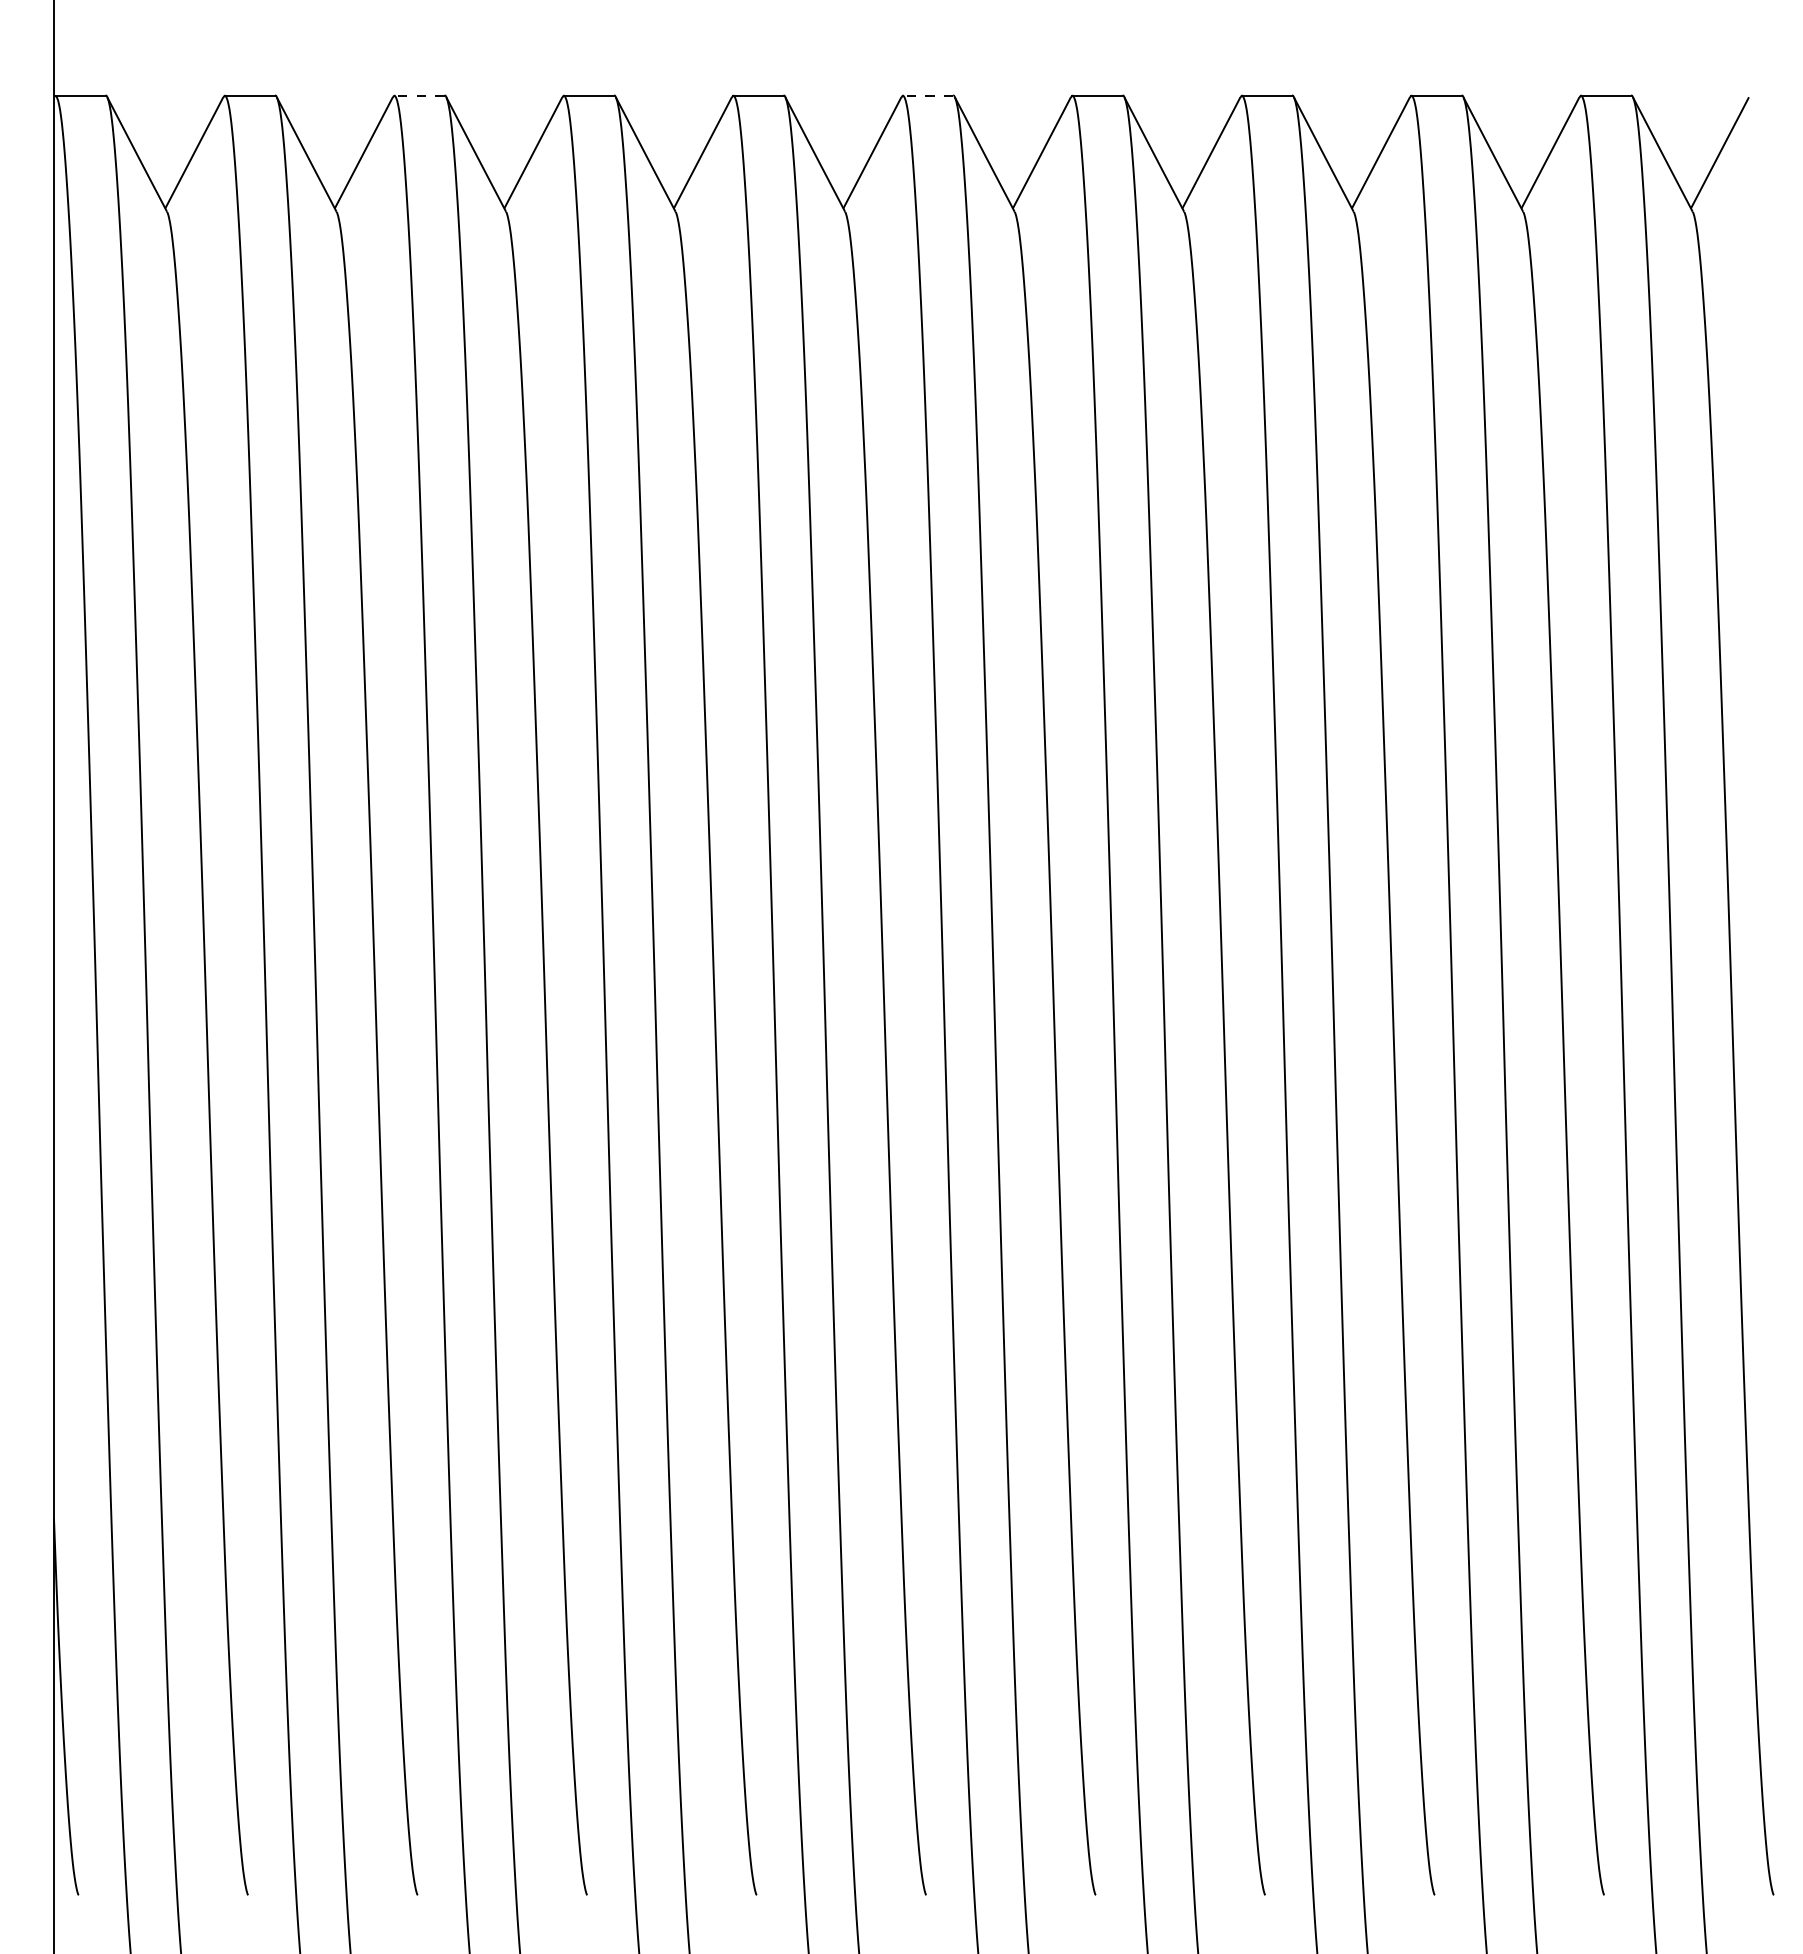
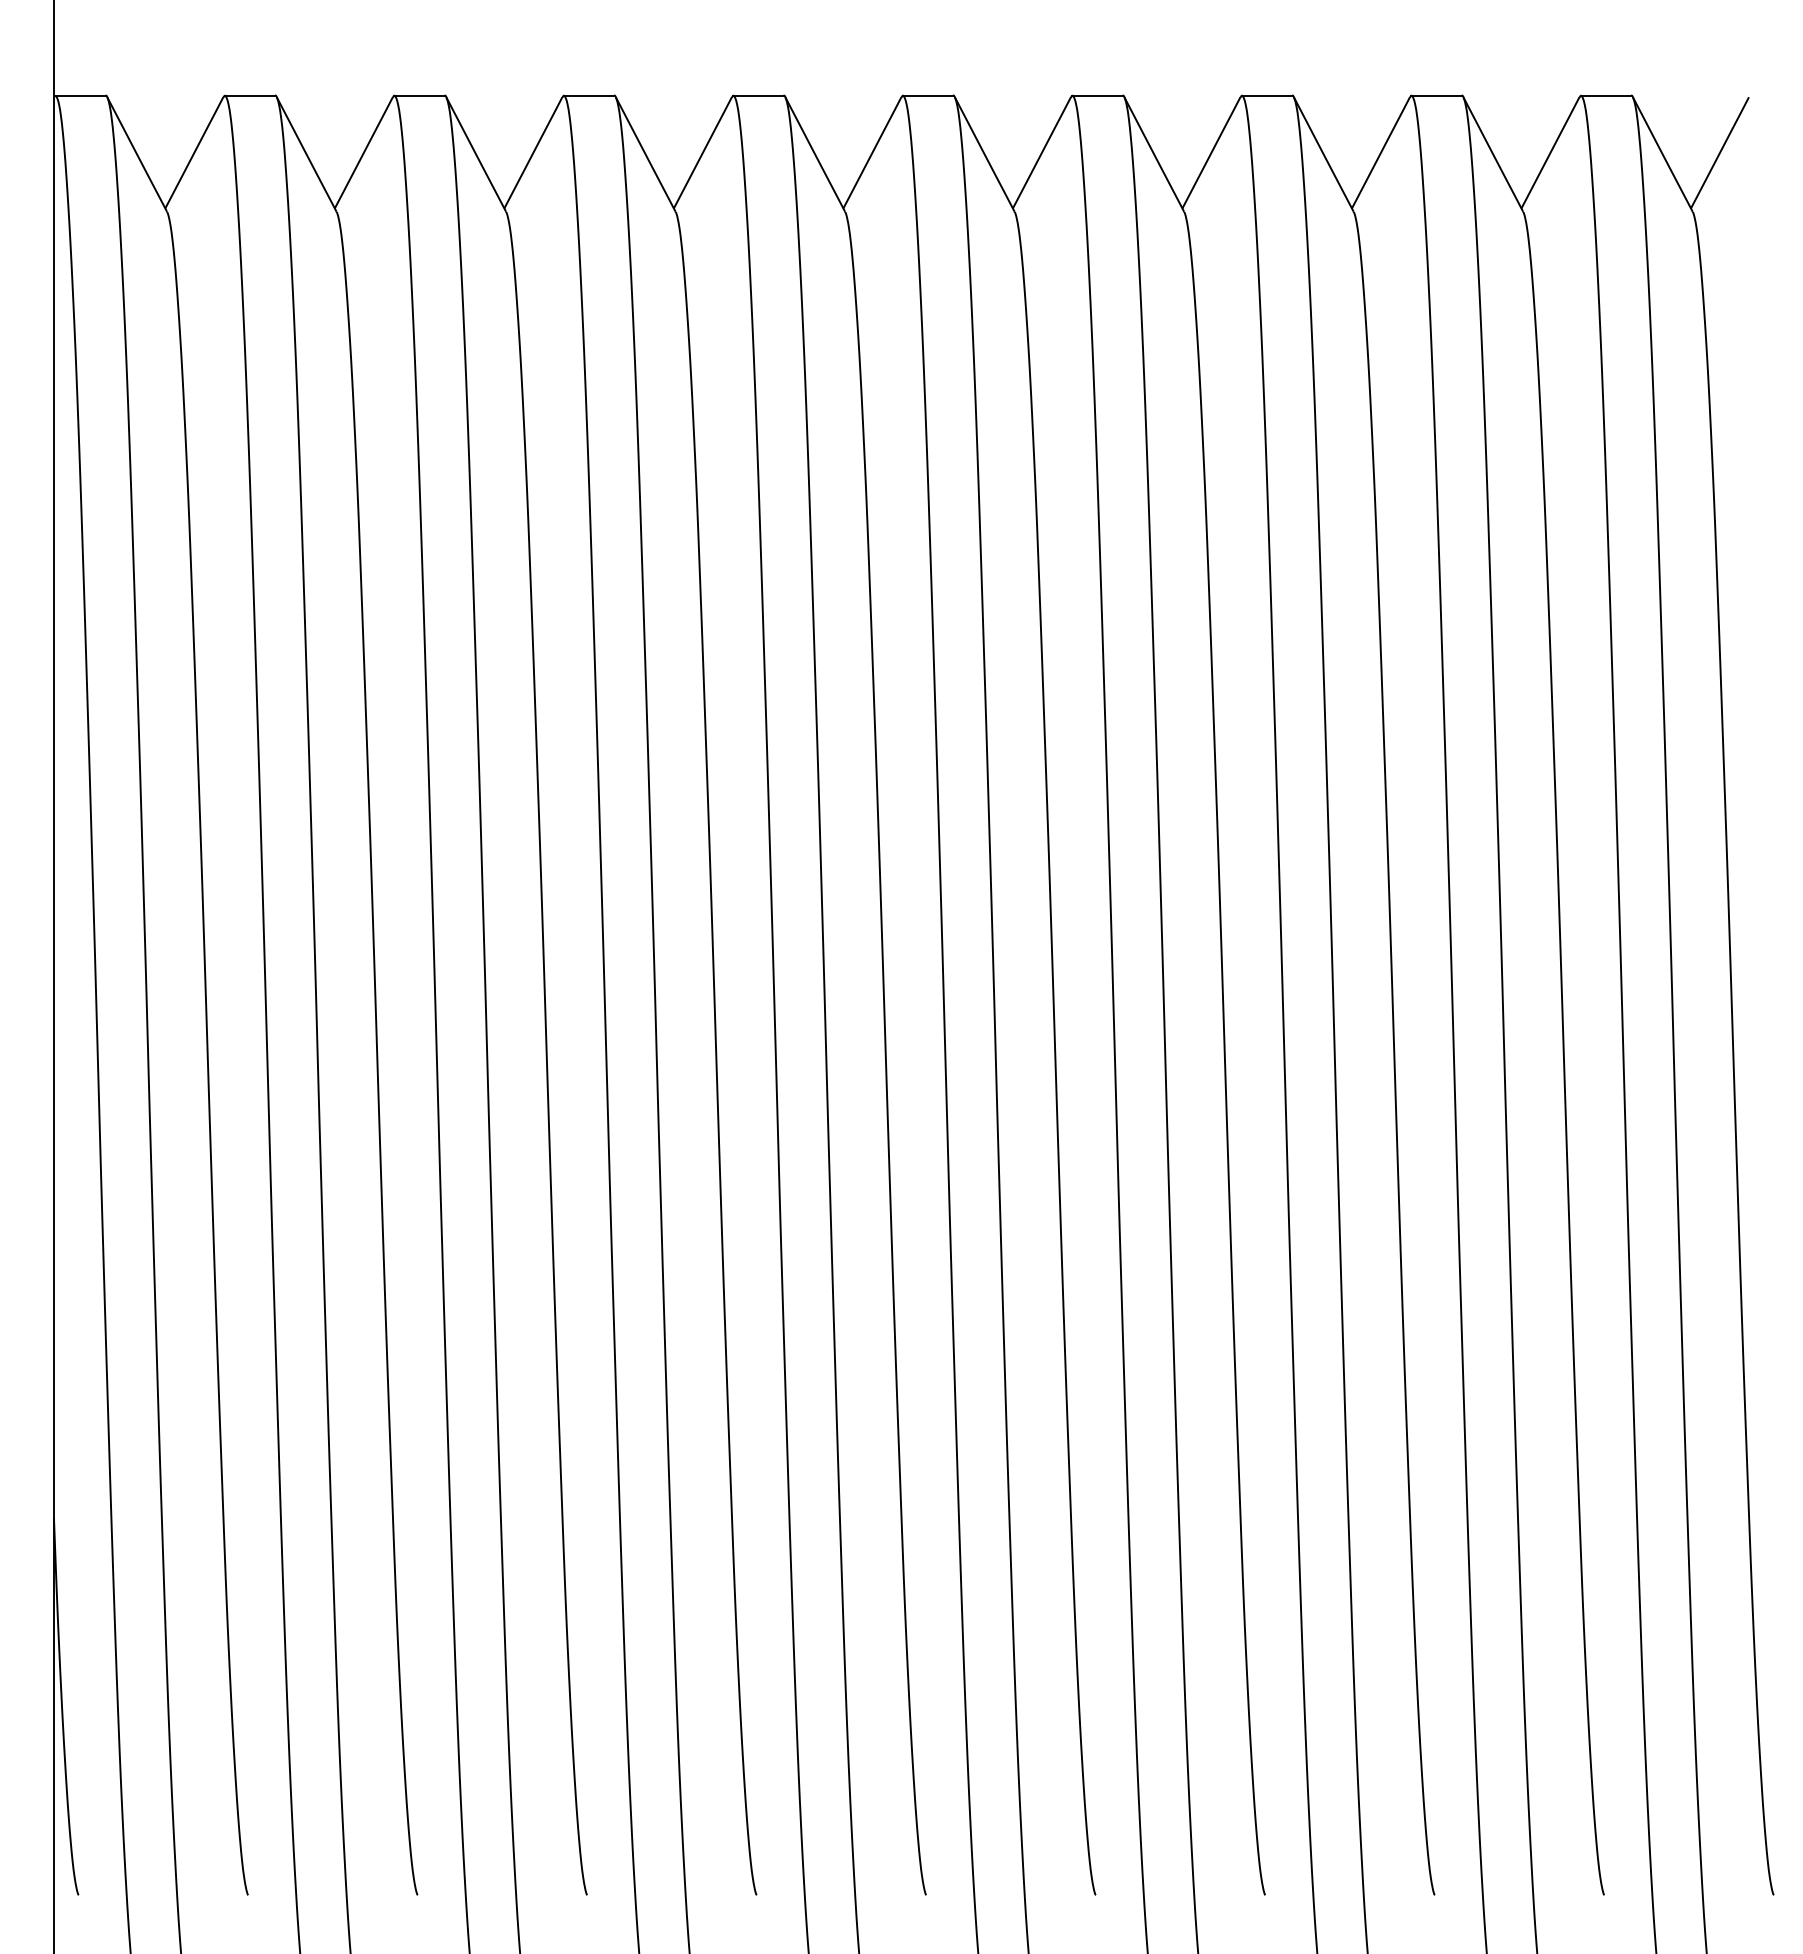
line at (419, 95): dashed -> solid
line at (927, 95): dashed -> solid
